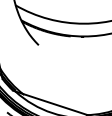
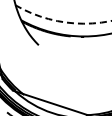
arc at (61, 21): solid -> dashed
